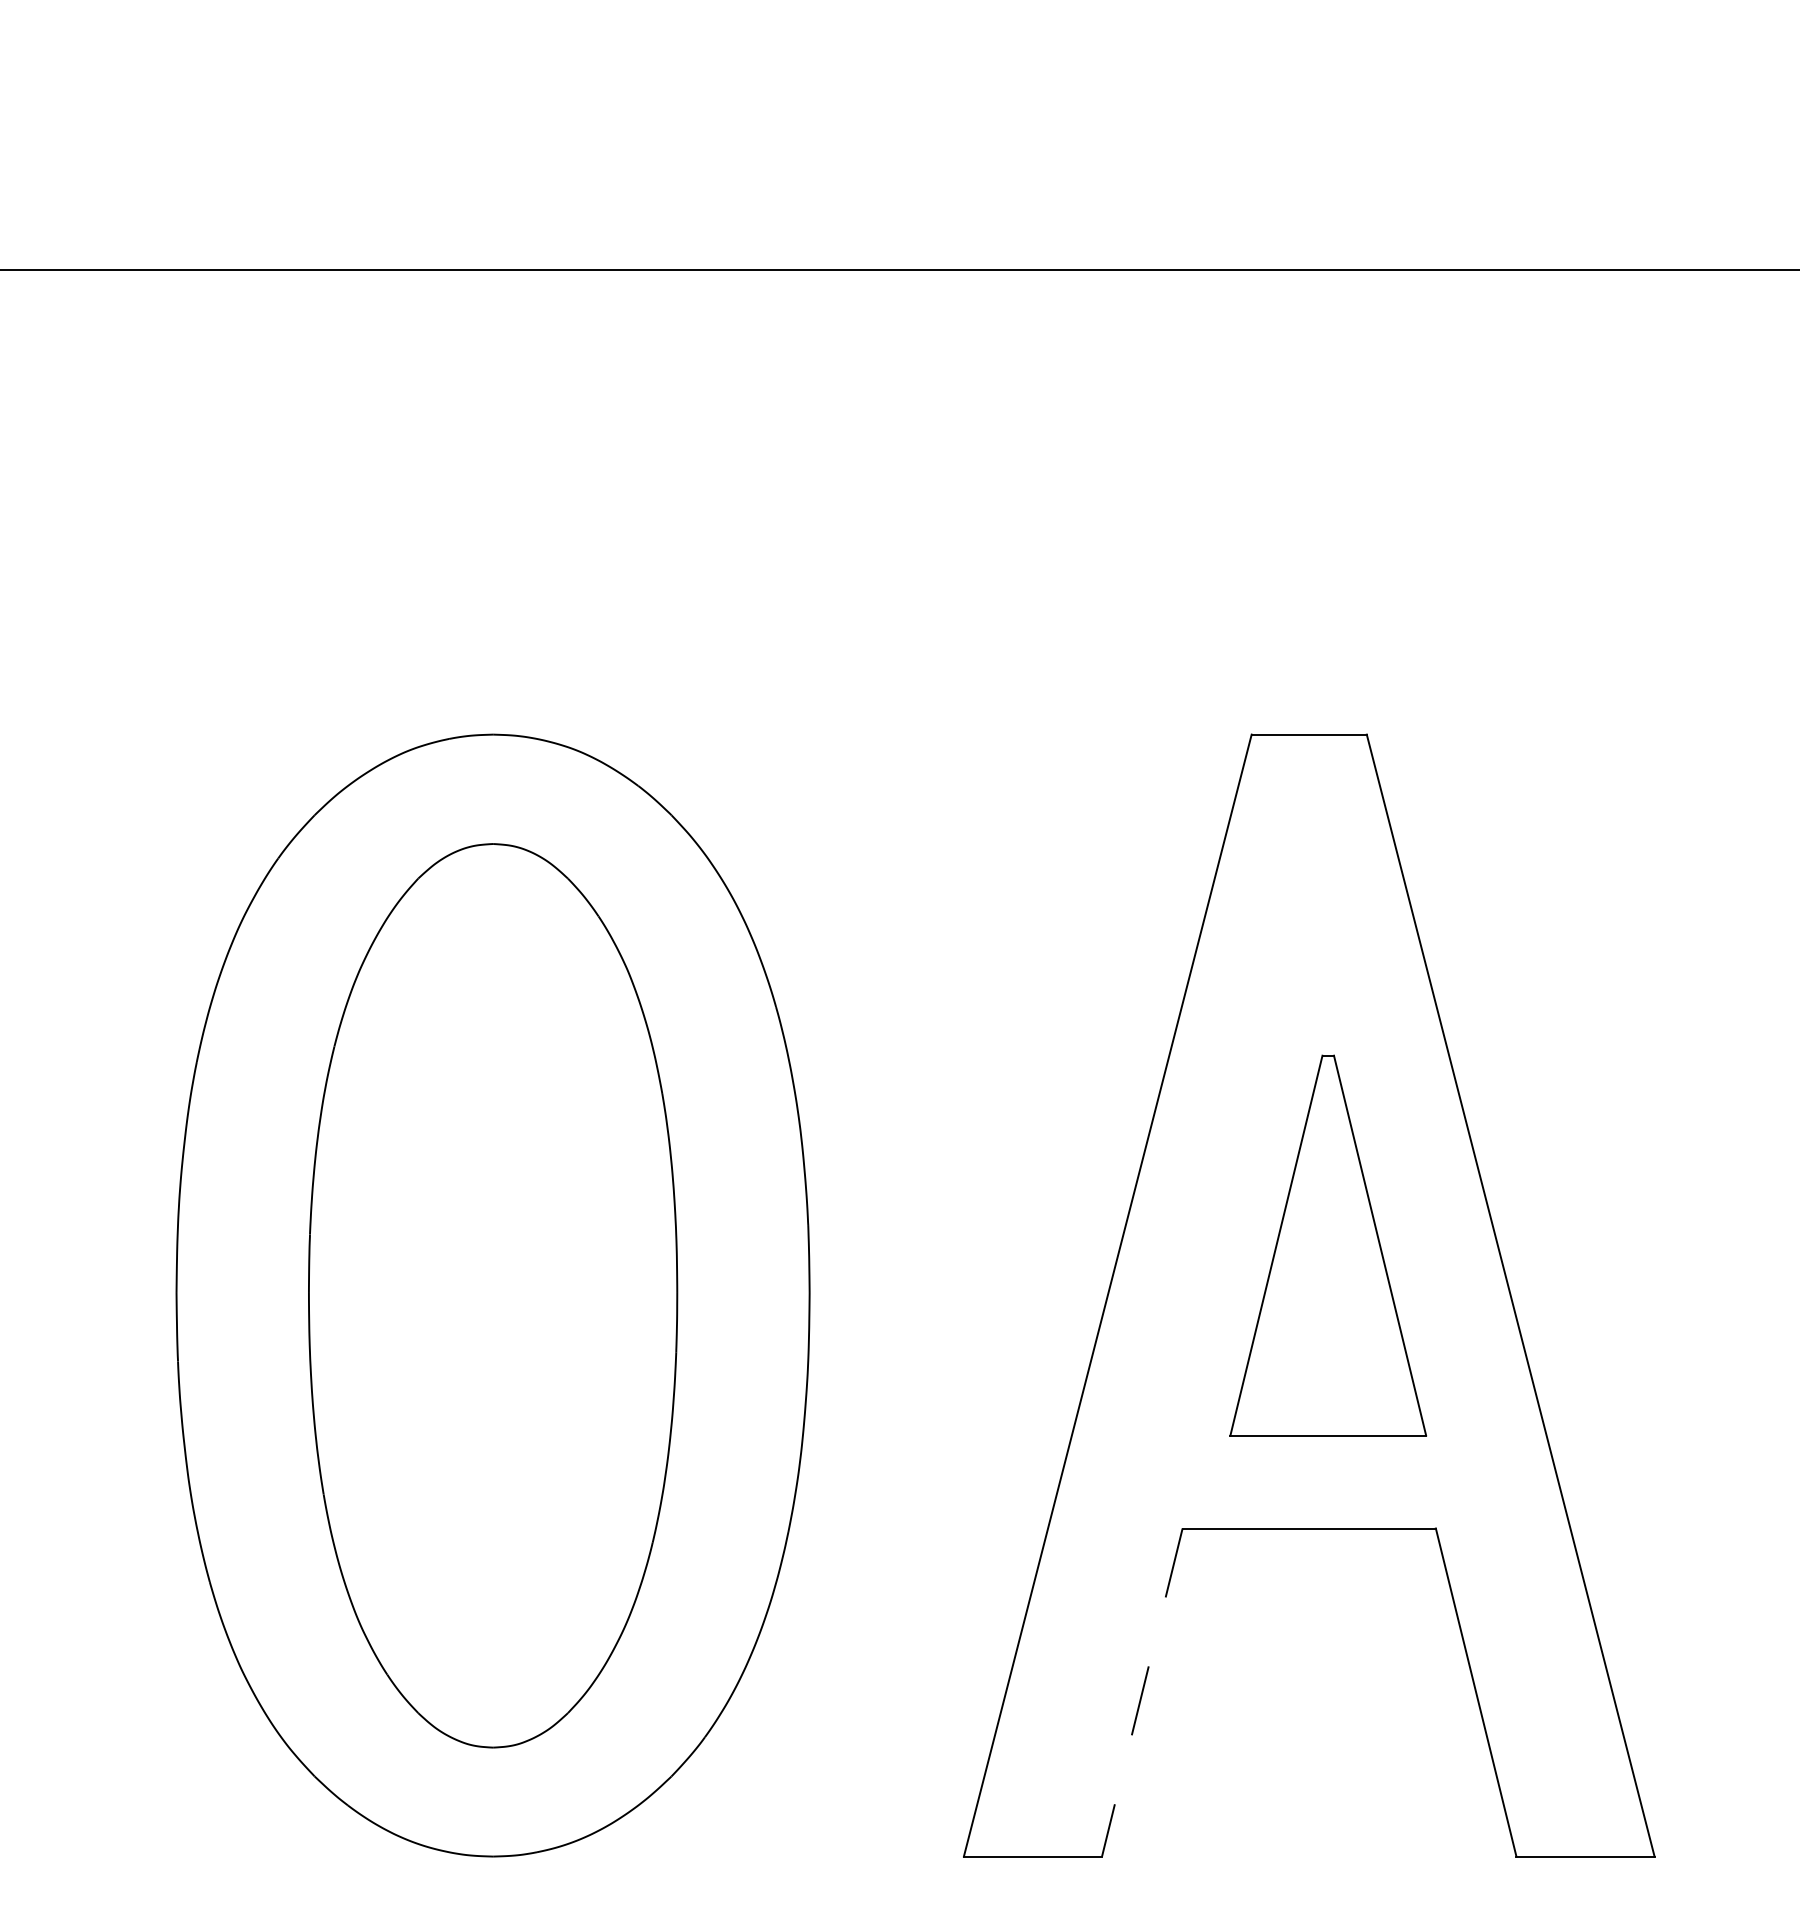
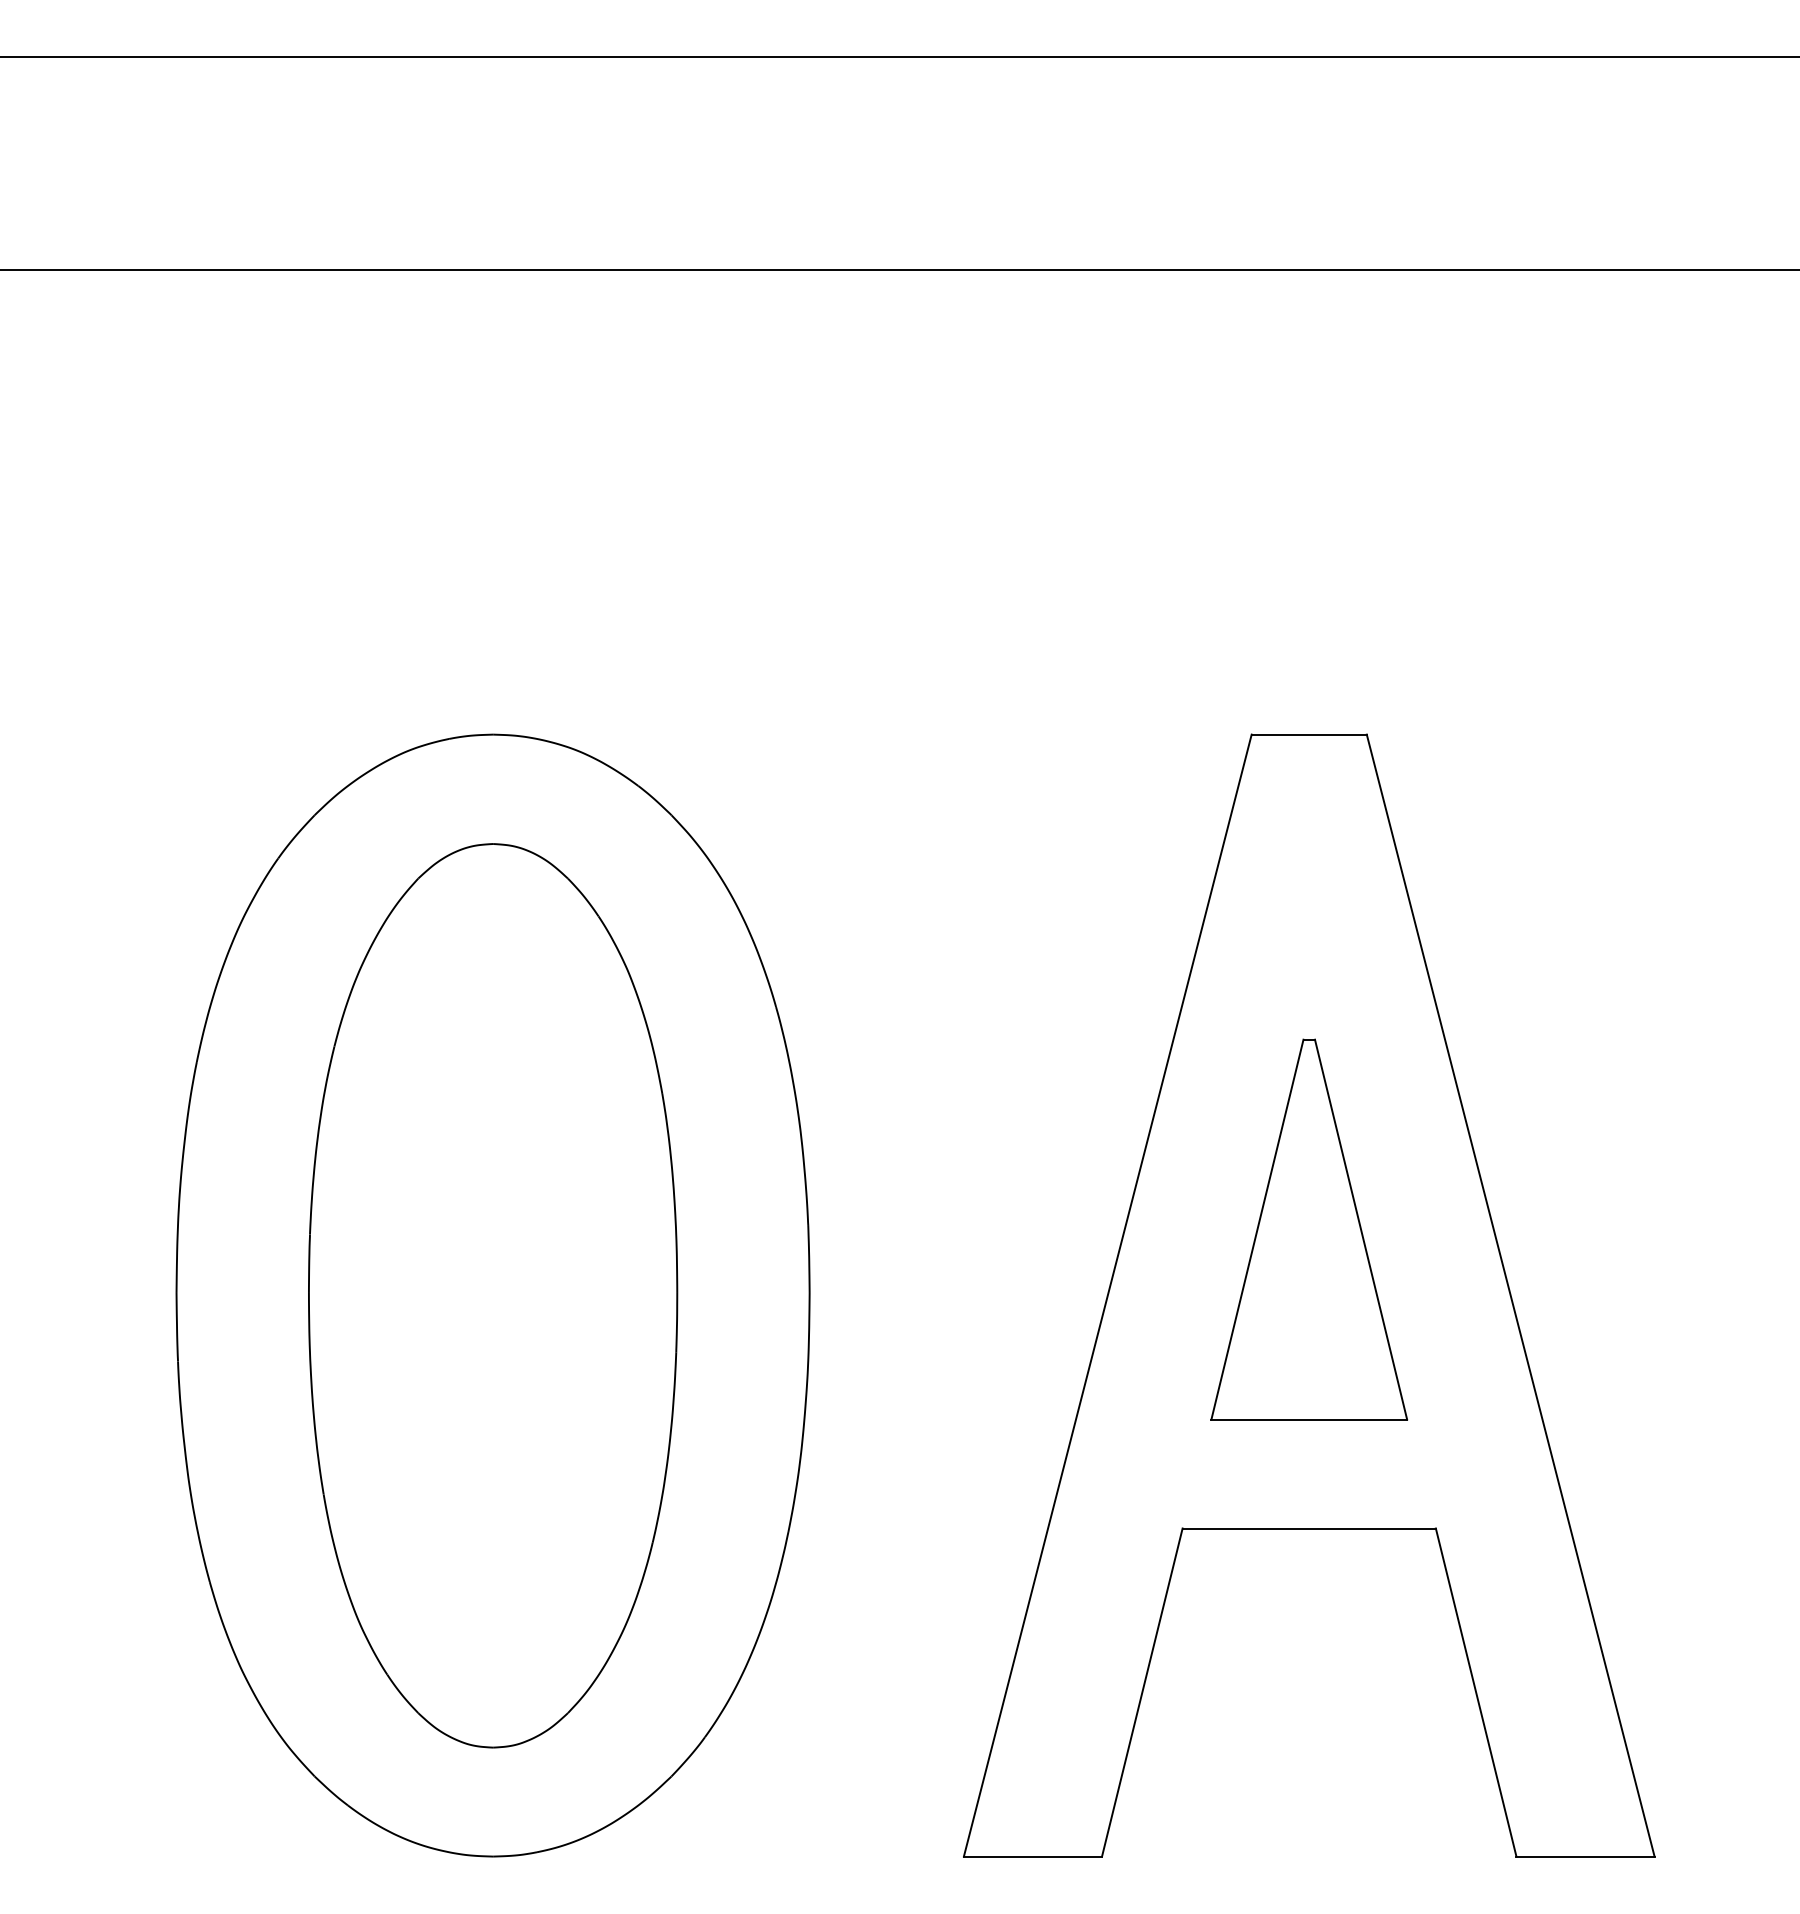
line at (899, 57): none -> present
part at (1328, 1245) position: (1328, 1245) -> (1309, 1229)
line at (1142, 1692): dashed -> solid
